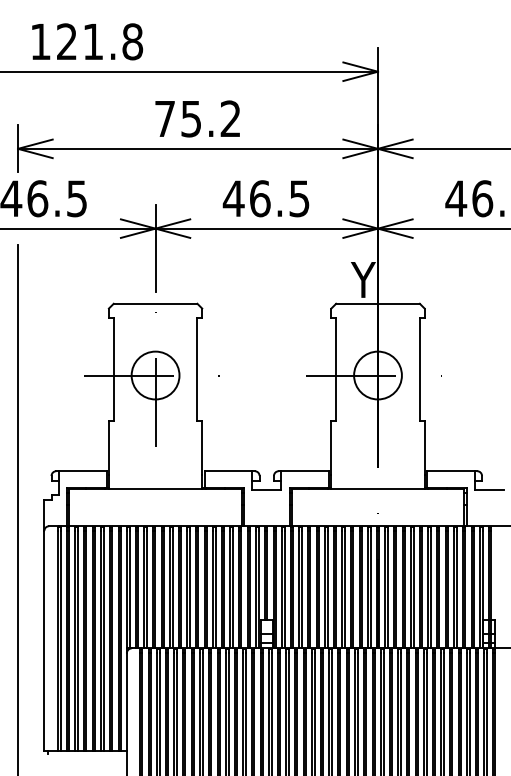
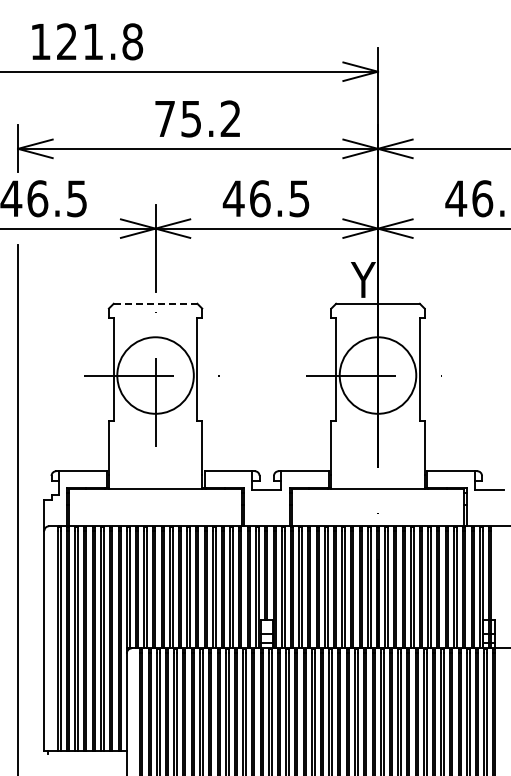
line at (155, 303): solid -> dashed
circle at (155, 375) diameter: 48 px -> 77 px
circle at (377, 375) diameter: 48 px -> 77 px
